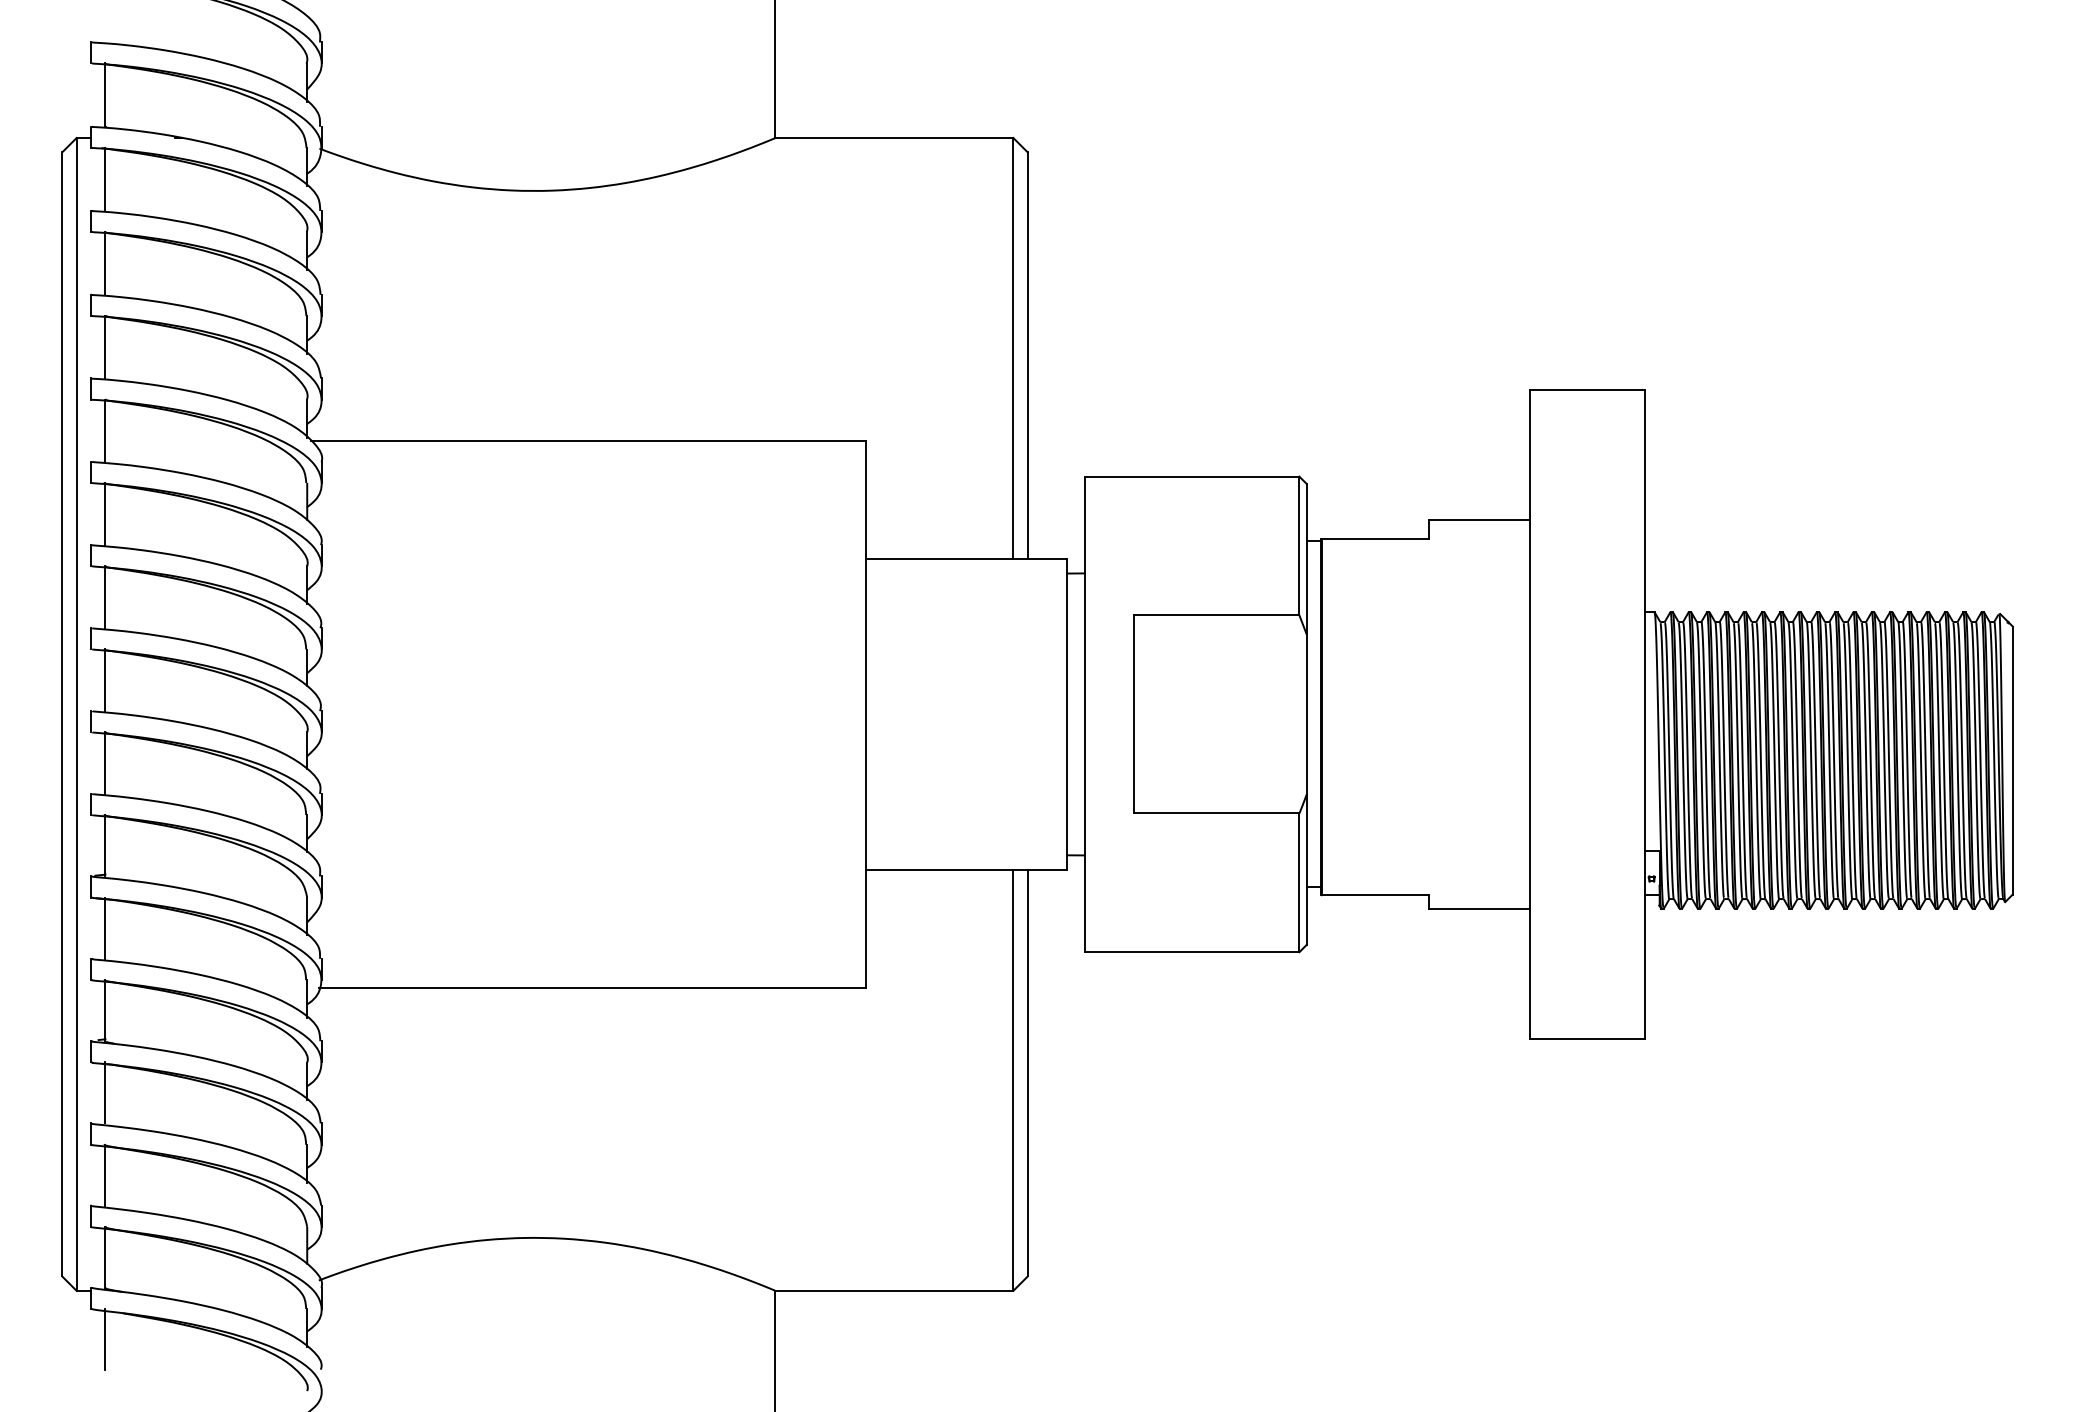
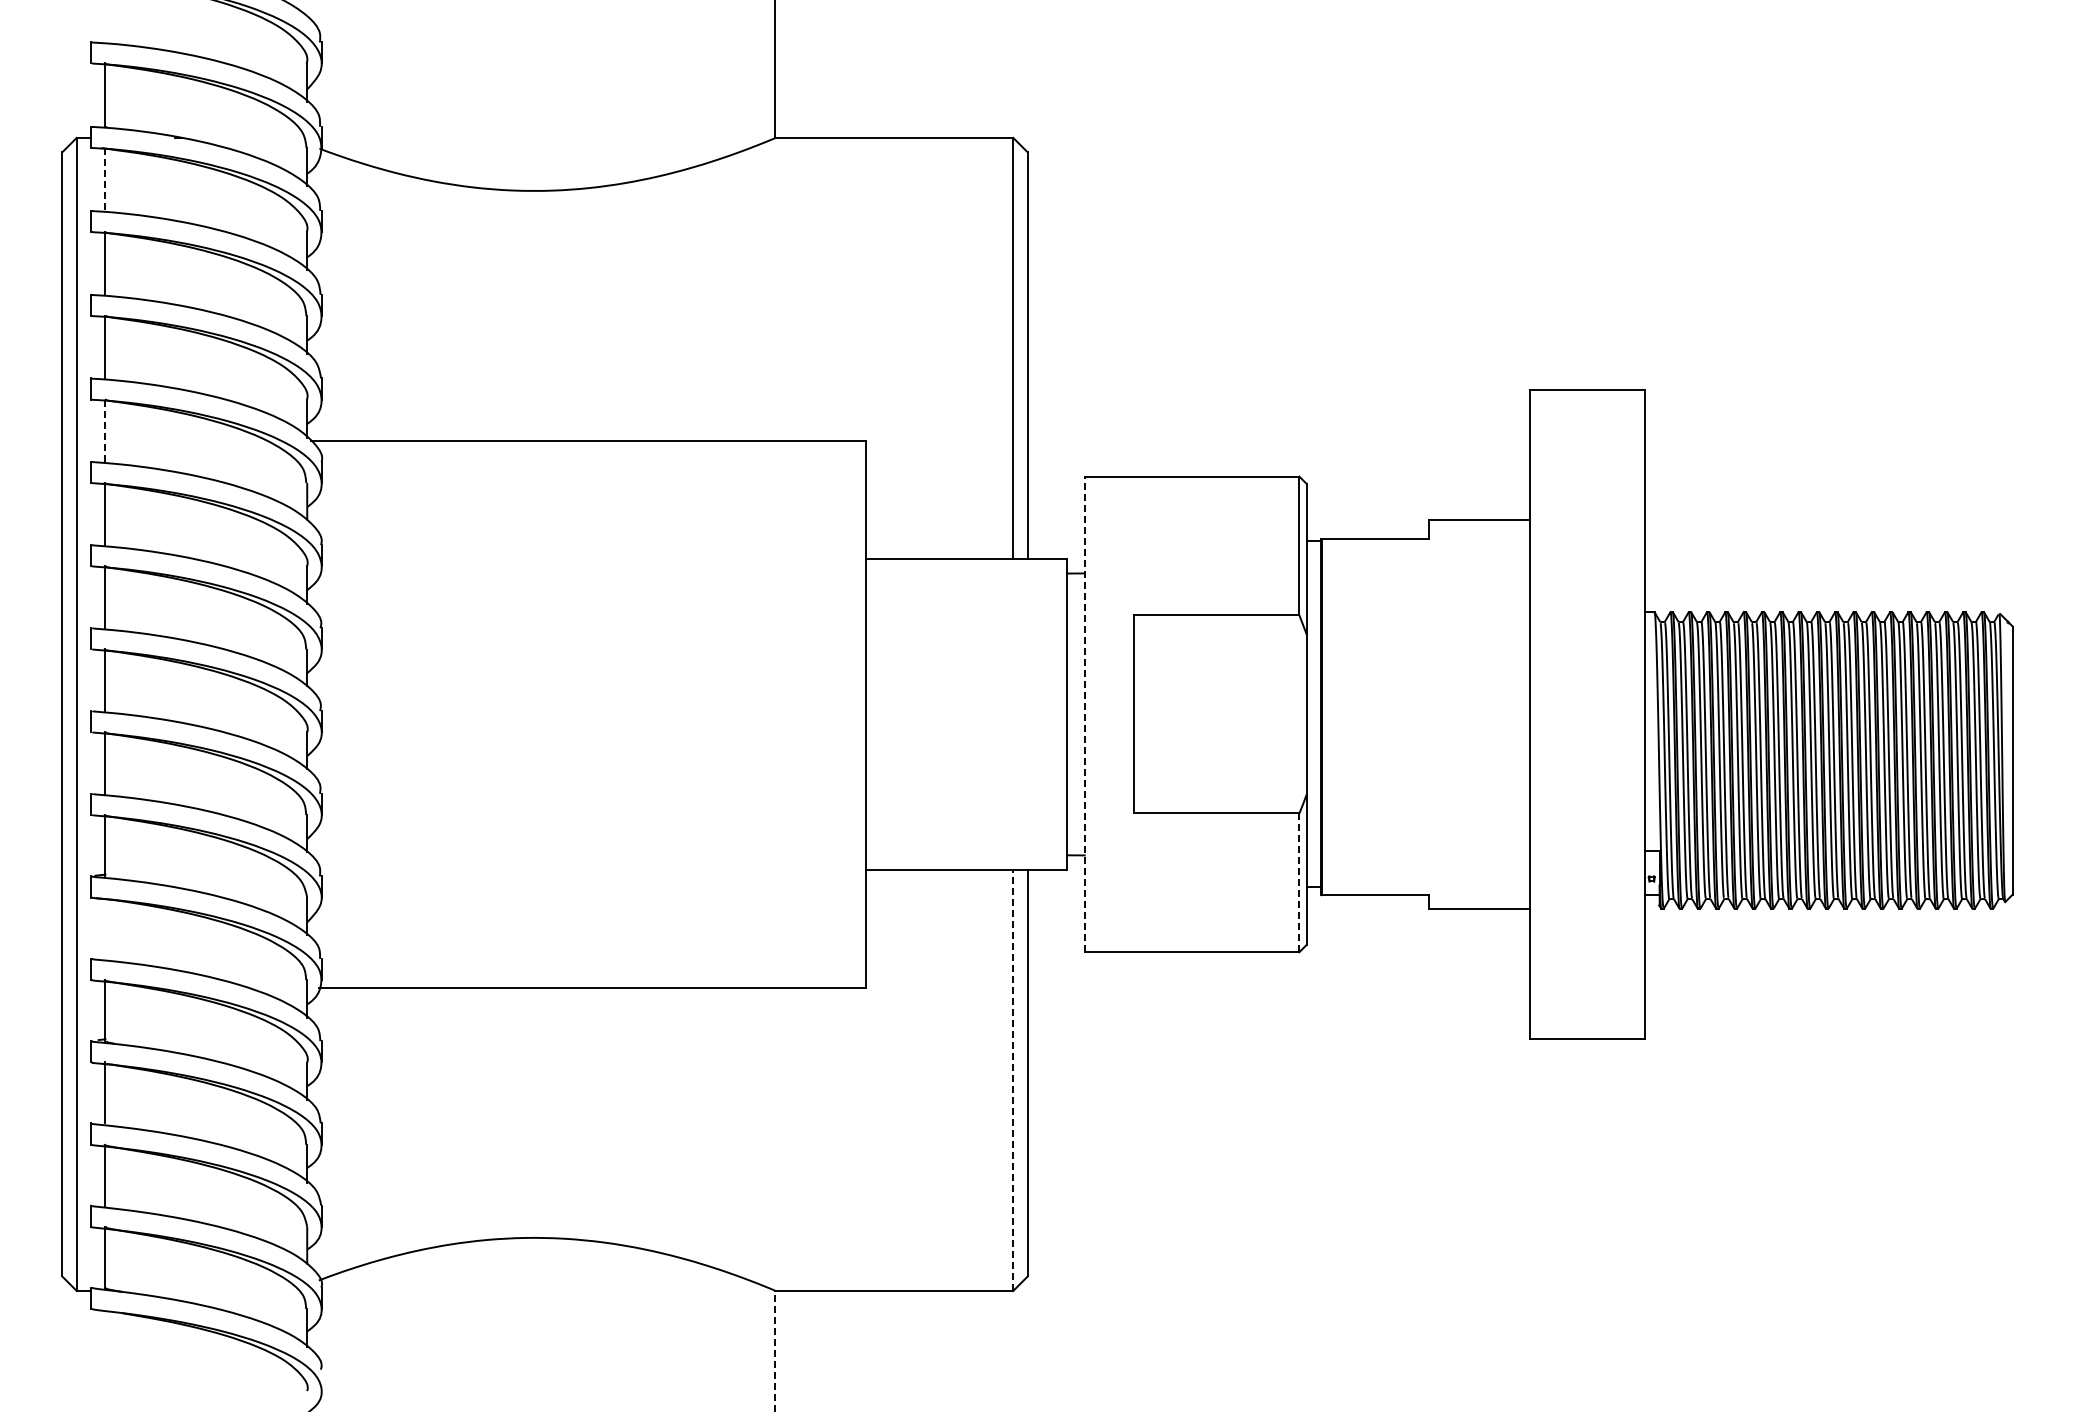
line at (105, 179): solid -> dashed
line at (105, 431): solid -> dashed
line at (1084, 714): solid -> dashed
line at (1299, 882): solid -> dashed
line at (105, 927): present -> none
line at (1013, 1079): solid -> dashed
line at (105, 1338): present -> none
line at (774, 1350): solid -> dashed
